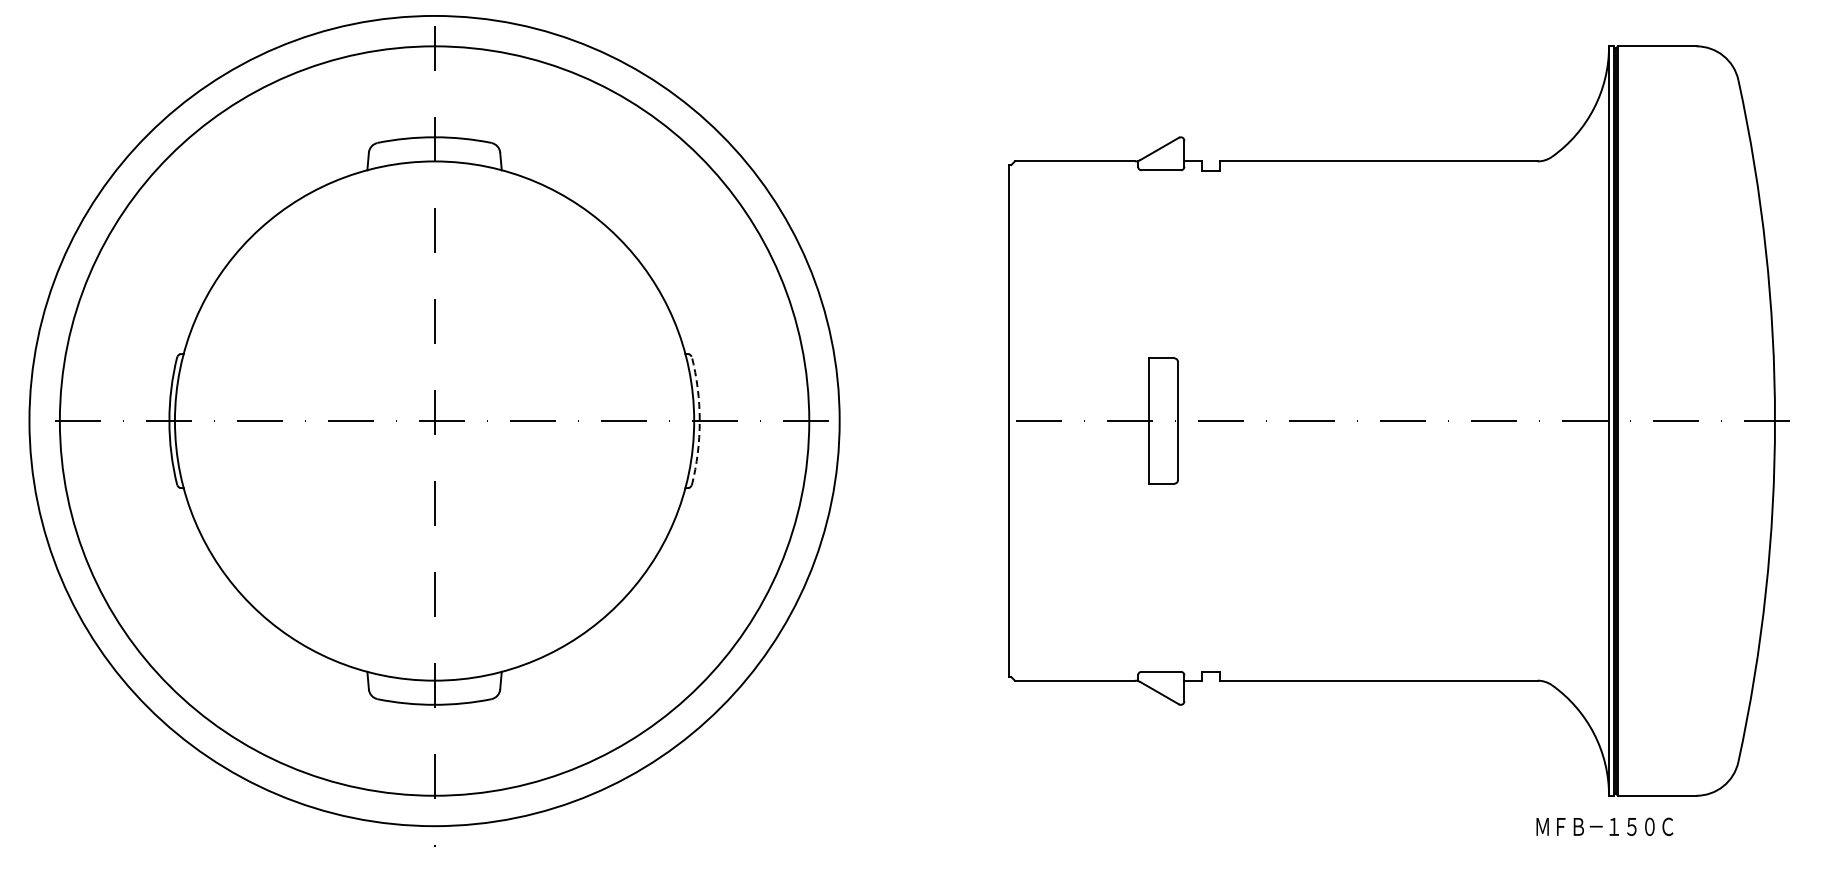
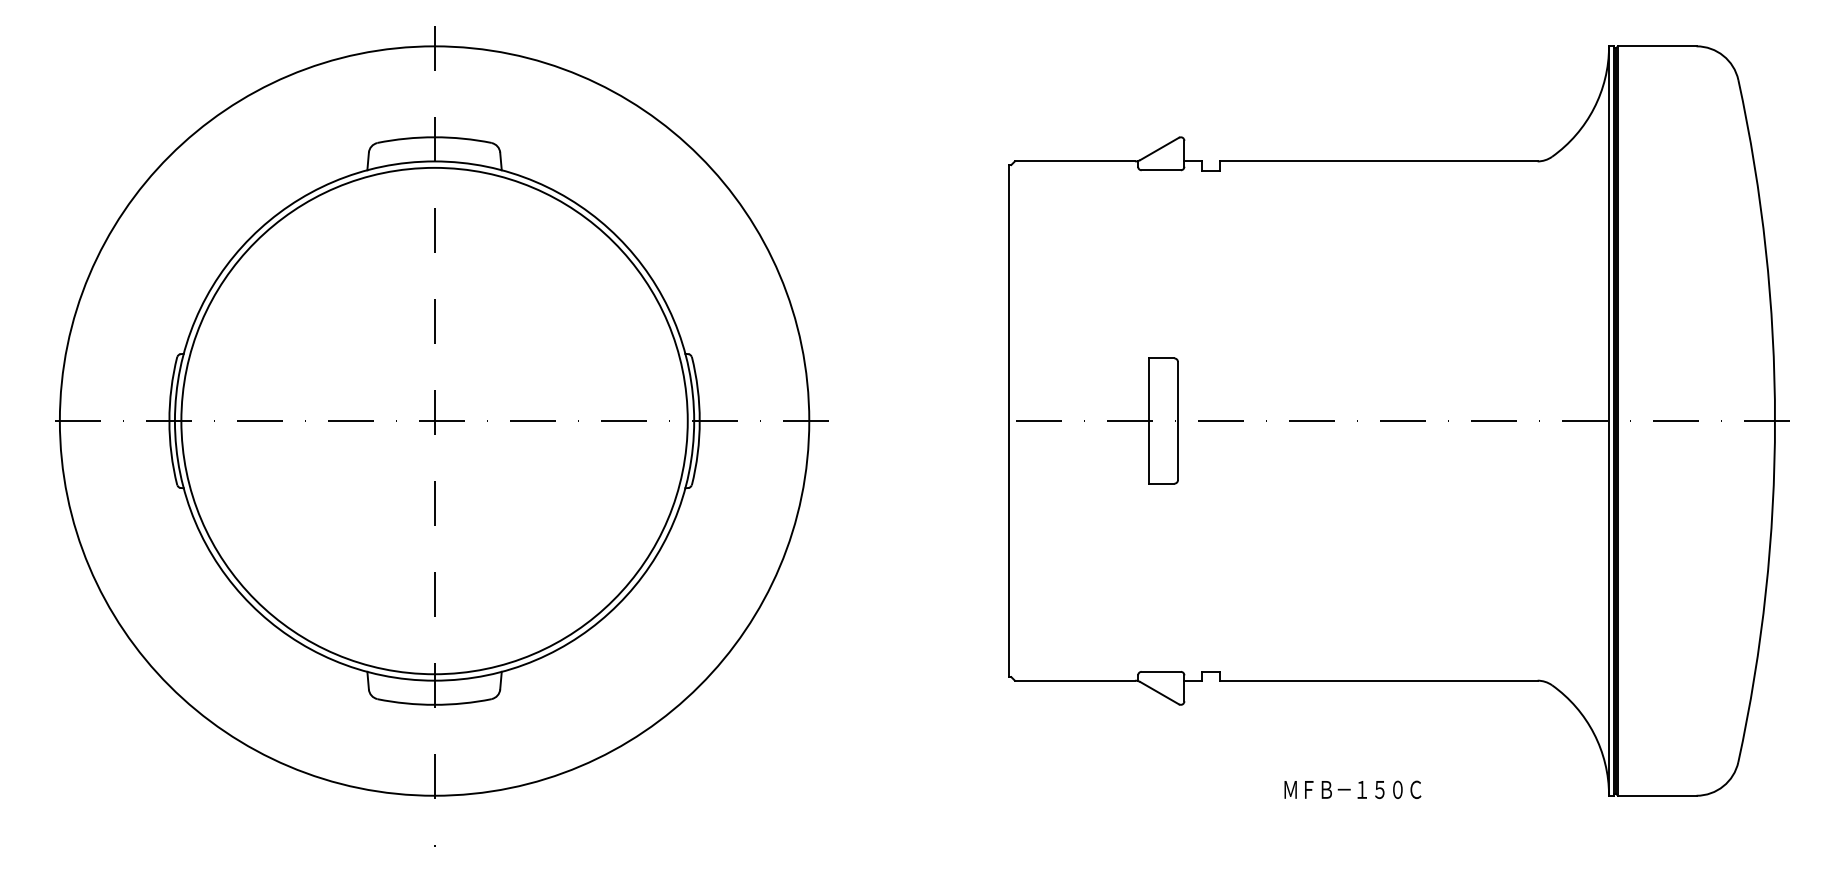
circle at (434, 420) diameter: 810 px -> 506 px
arc at (699, 421): dashed -> solid
text at (1604, 826) position: (1604, 826) -> (1352, 789)
